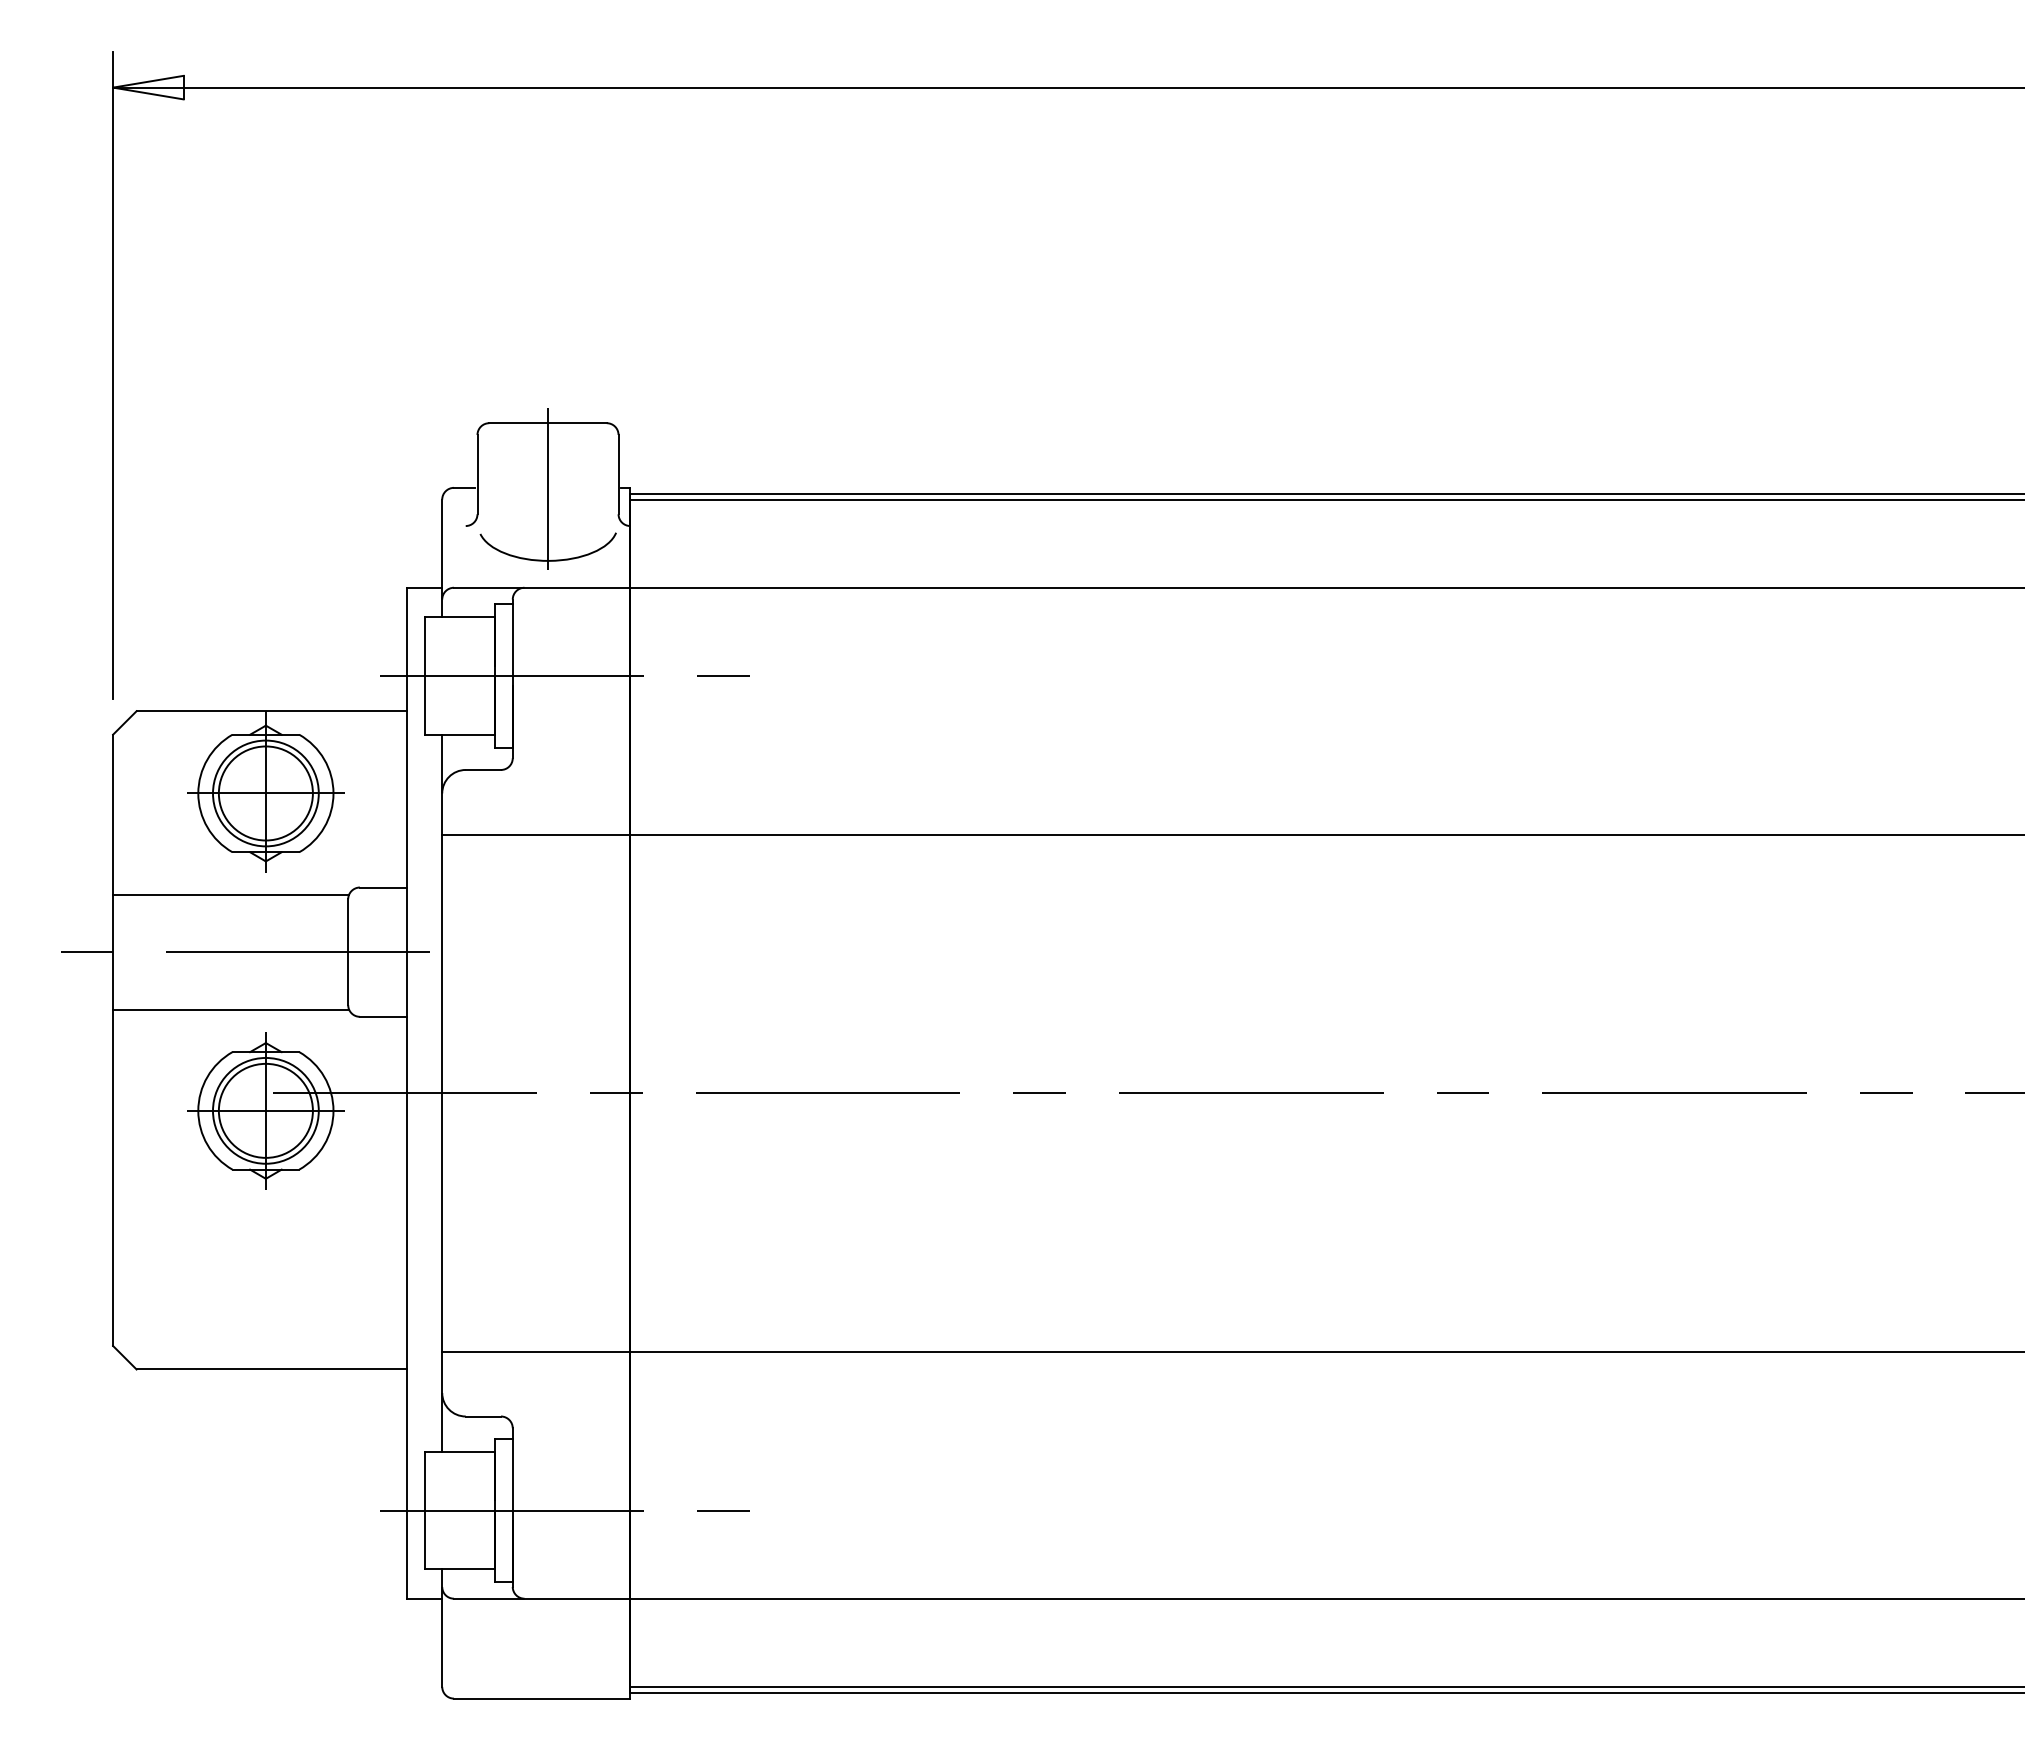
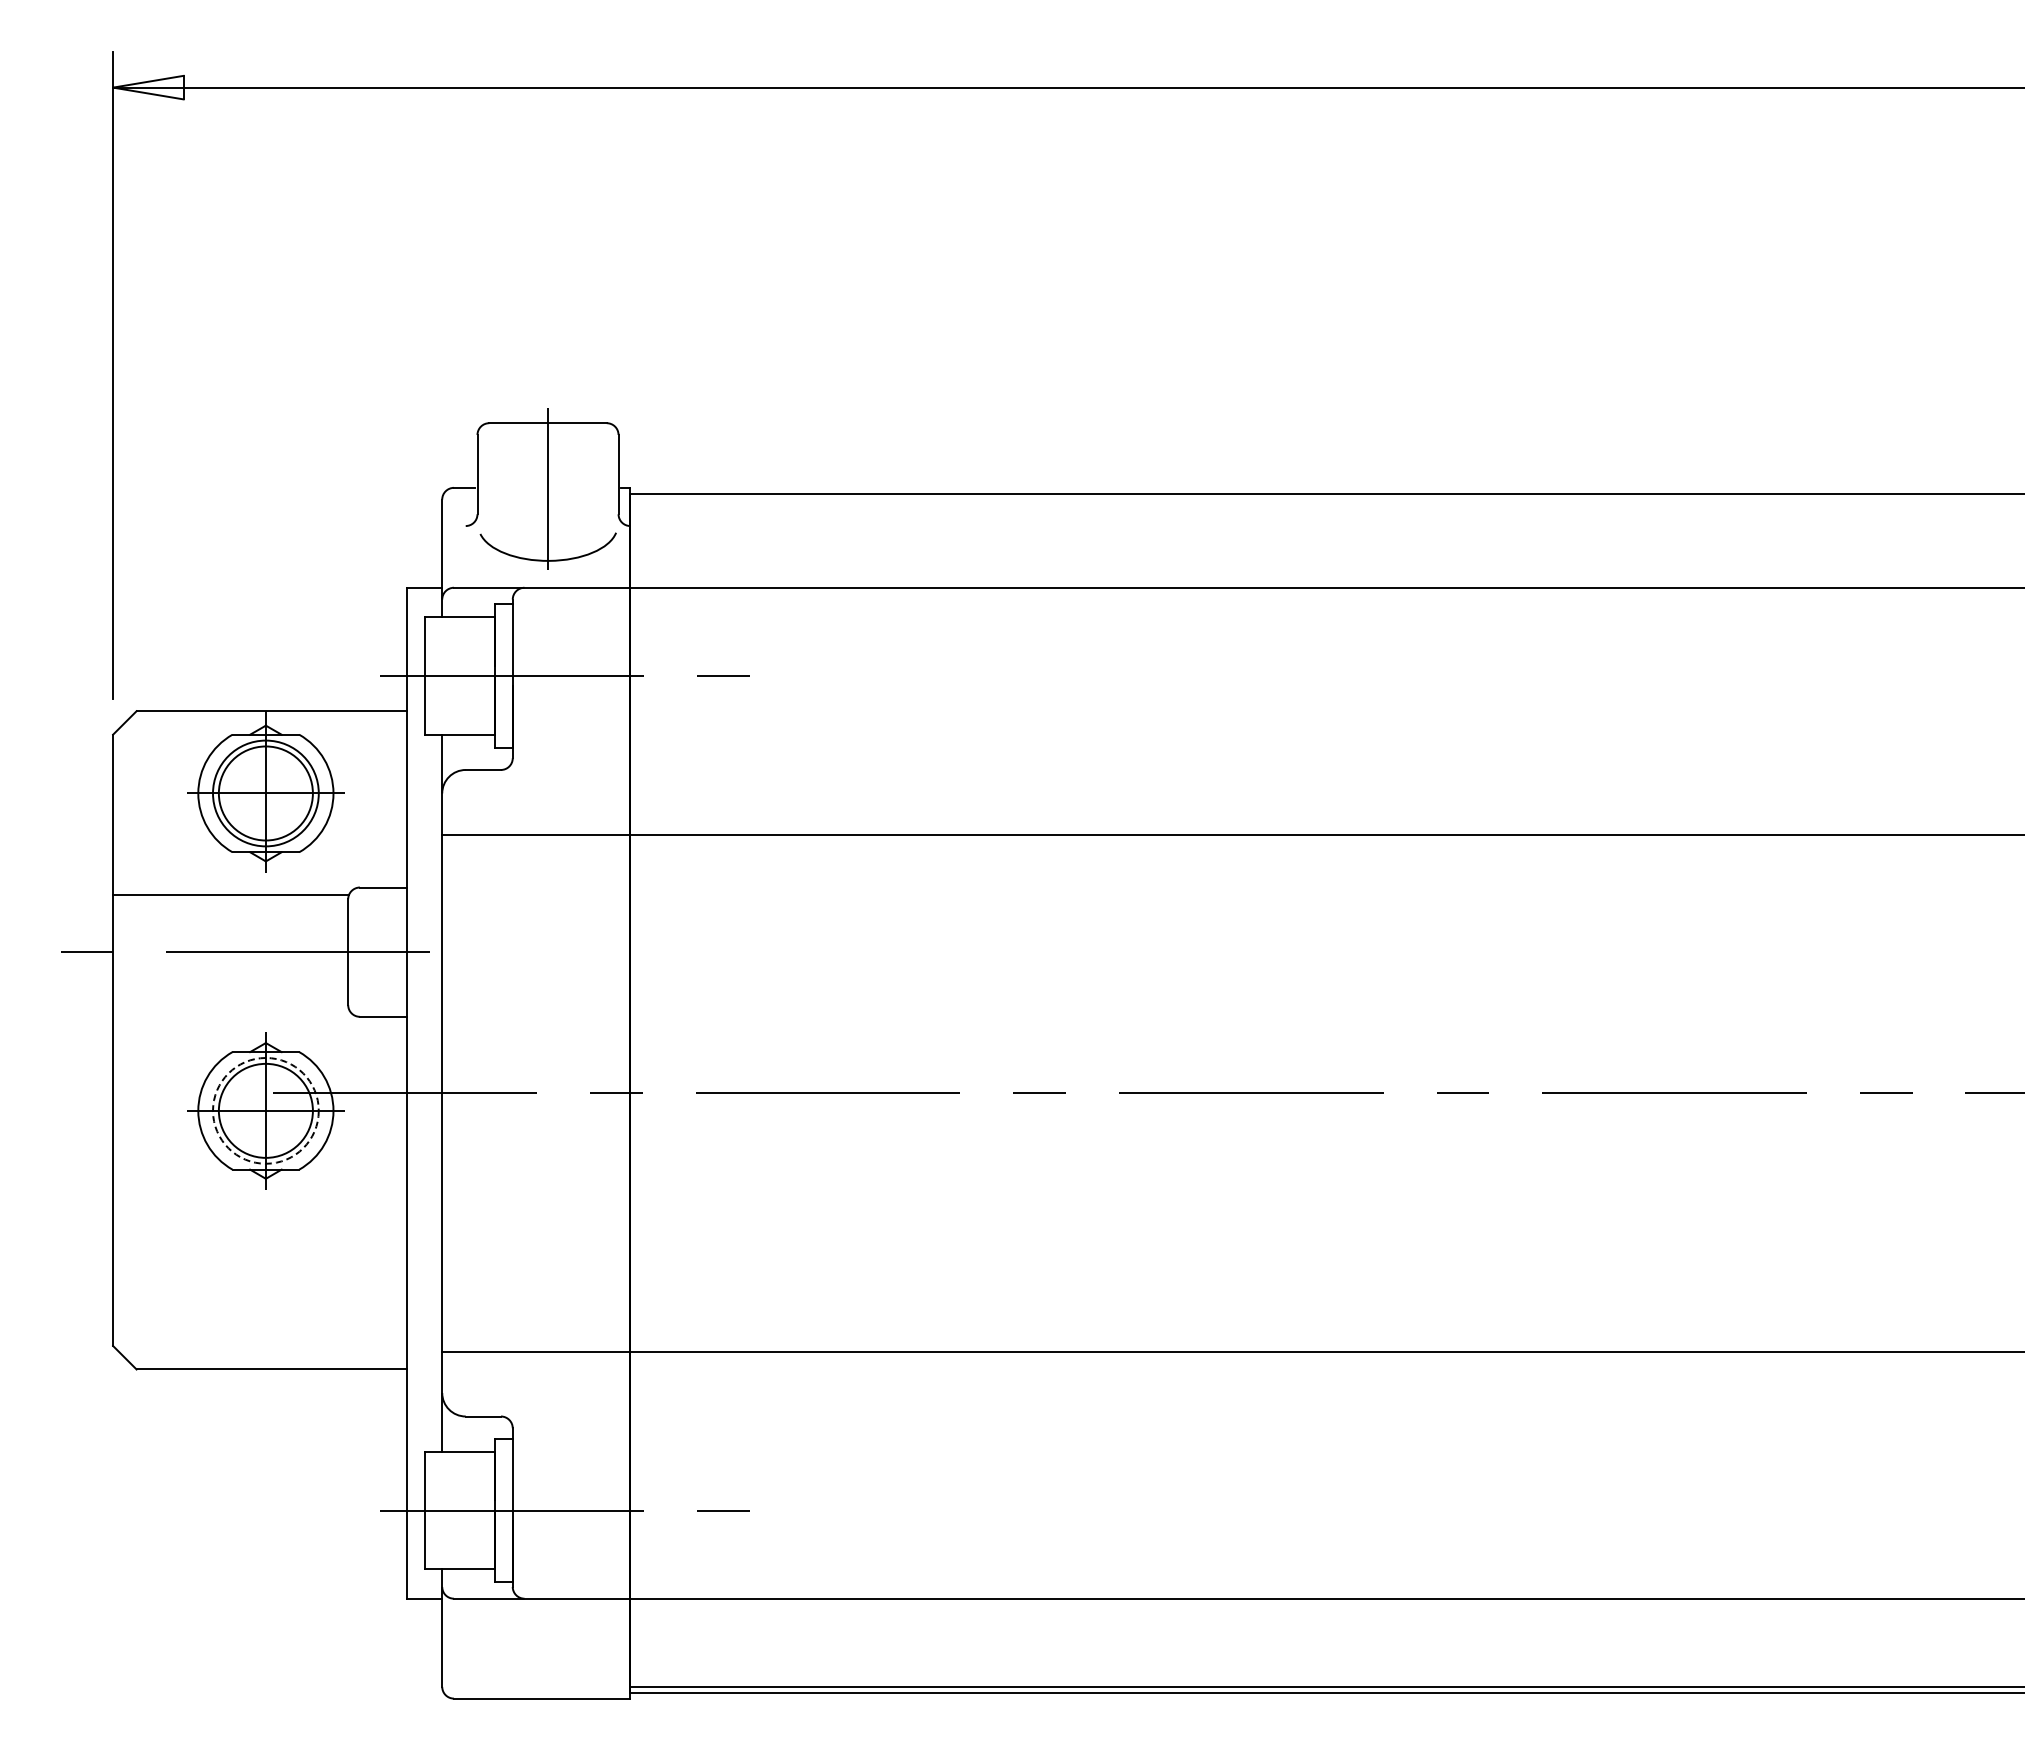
line at (1325, 499): present -> none
line at (231, 1009): present -> none
circle at (265, 1110): solid -> dashed
